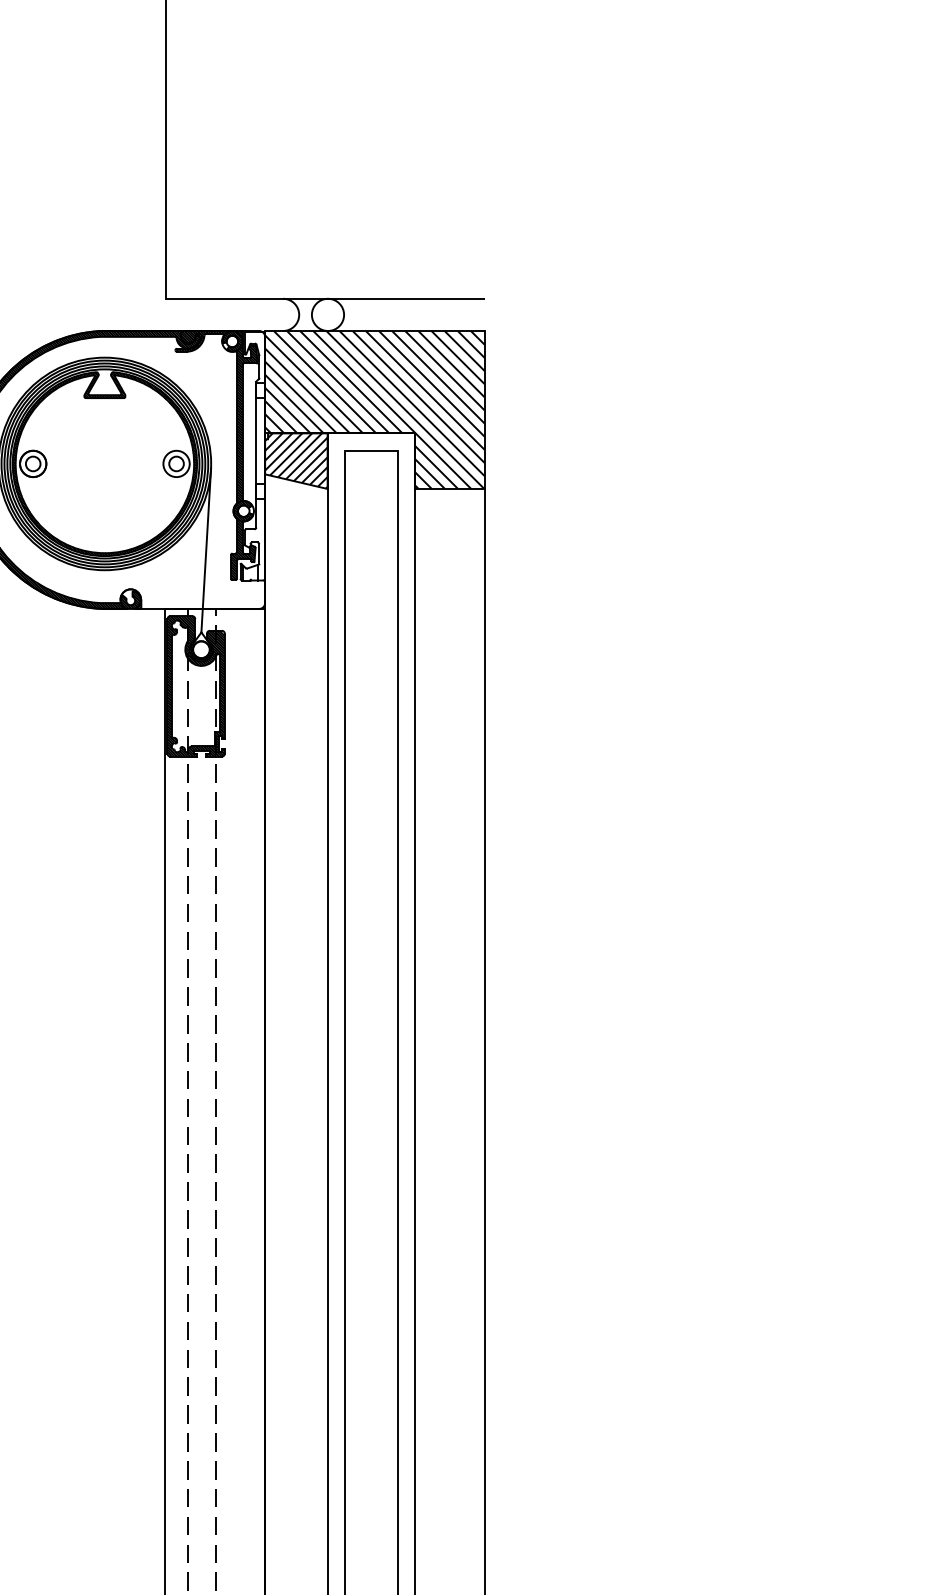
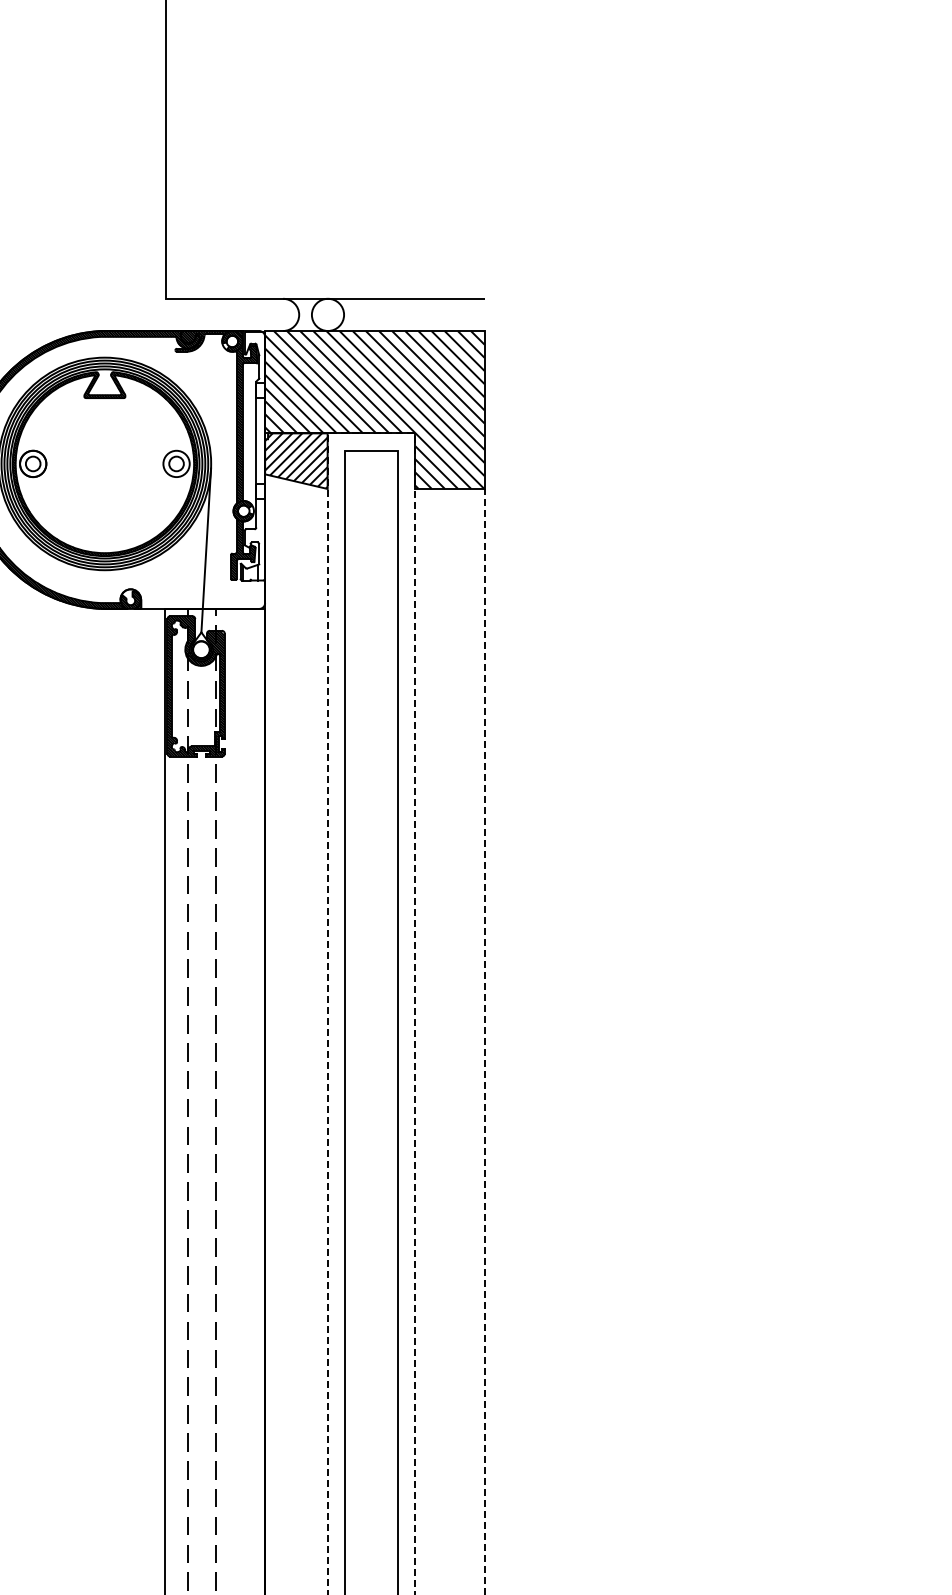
line at (371, 433): solid -> dashed
line at (484, 1041): solid -> dashed
